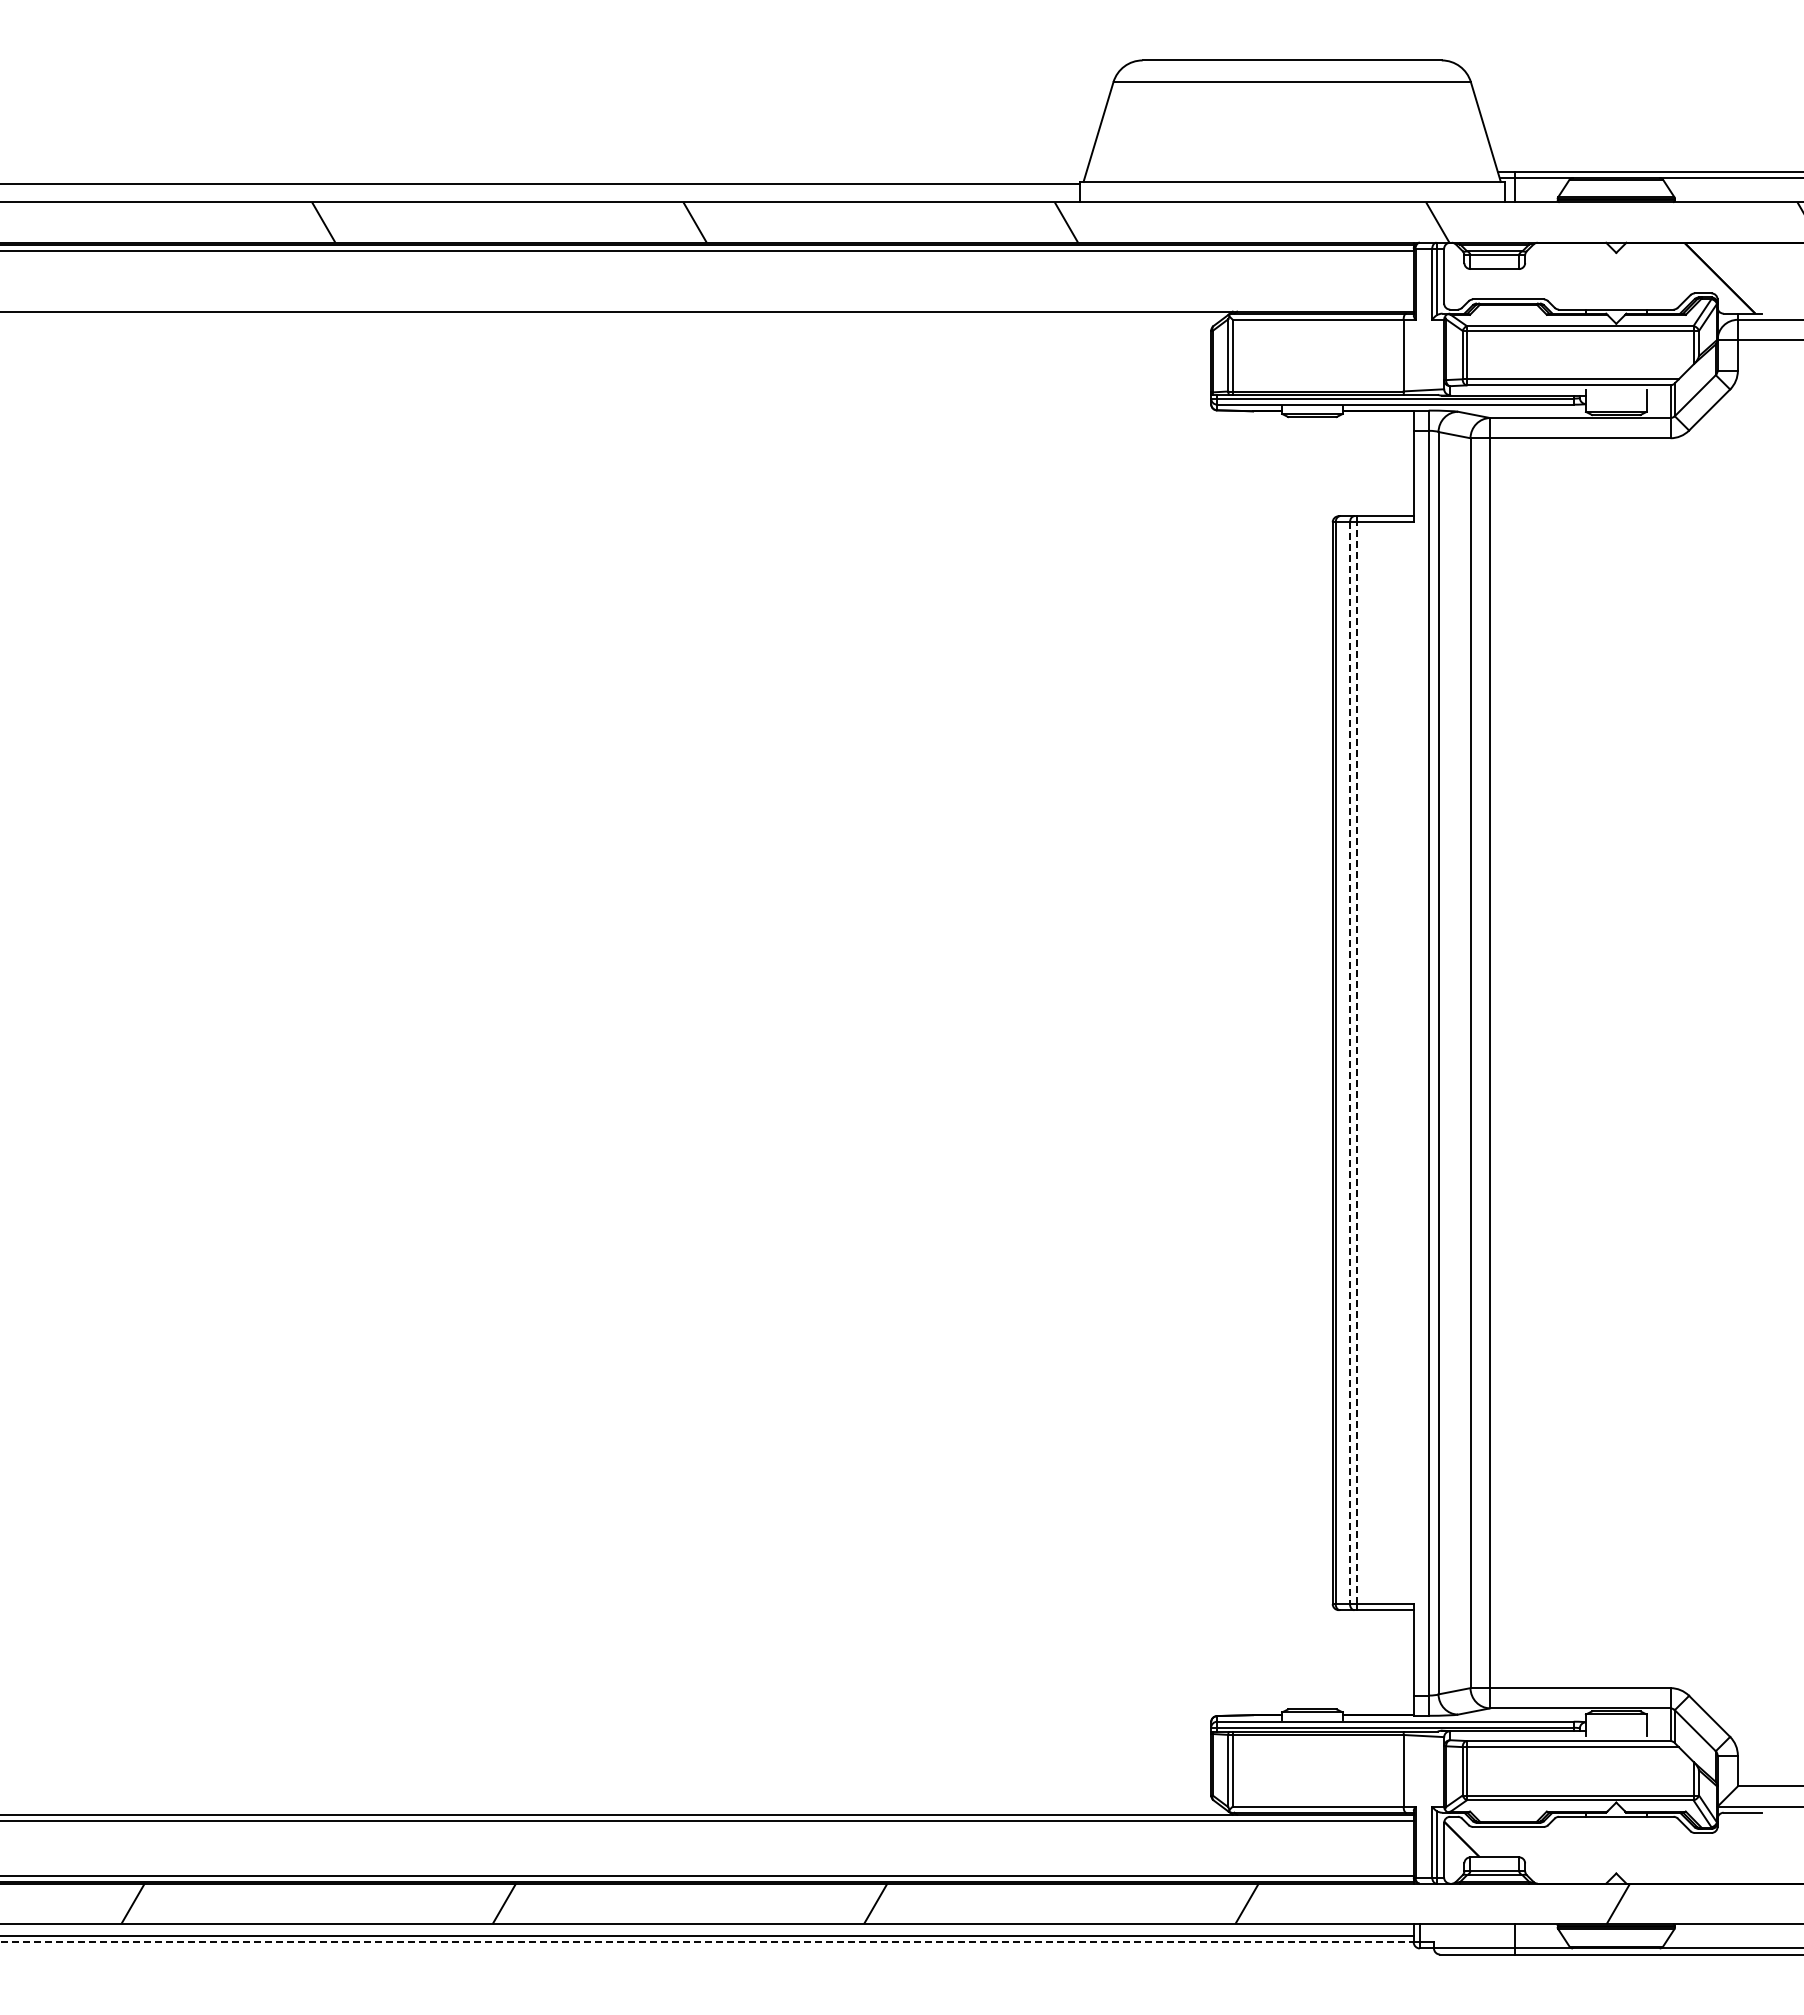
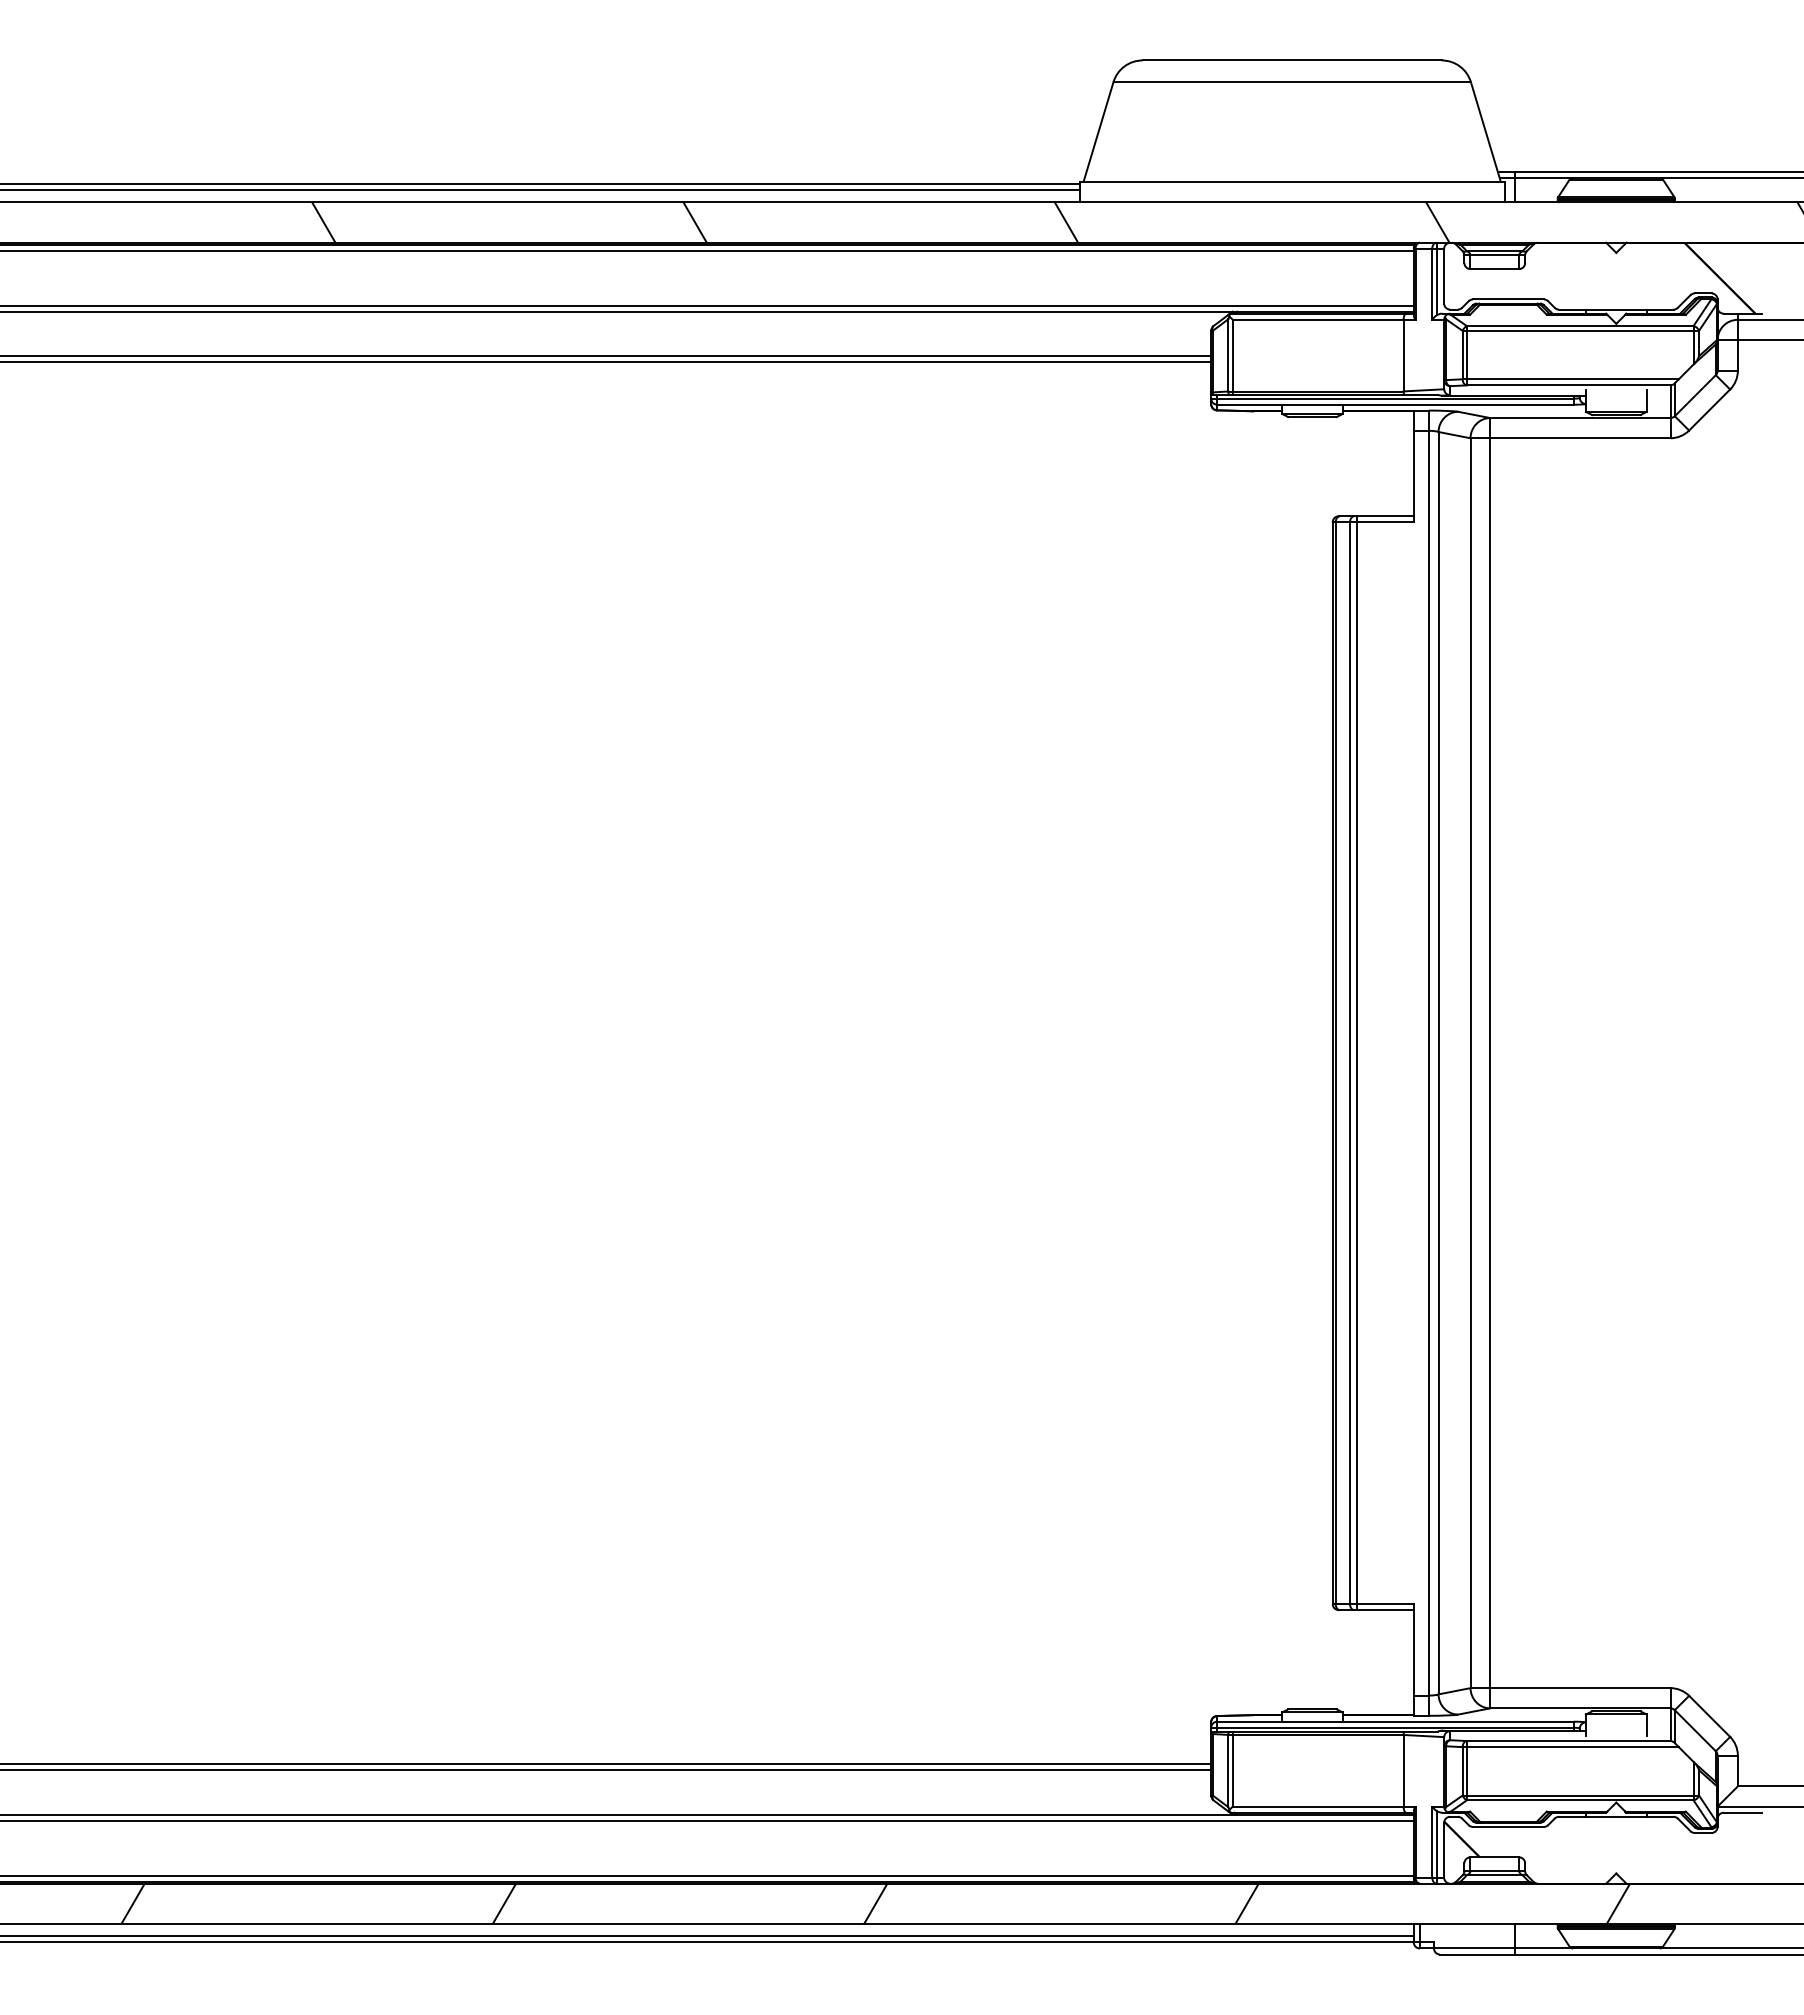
line at (540, 190): none -> present
line at (707, 305): none -> present
line at (606, 356): none -> present
line at (606, 362): none -> present
line at (1350, 1063): dashed -> solid
line at (1357, 1063): dashed -> solid
line at (606, 1764): none -> present
line at (606, 1770): none -> present
line at (707, 1942): dashed -> solid
